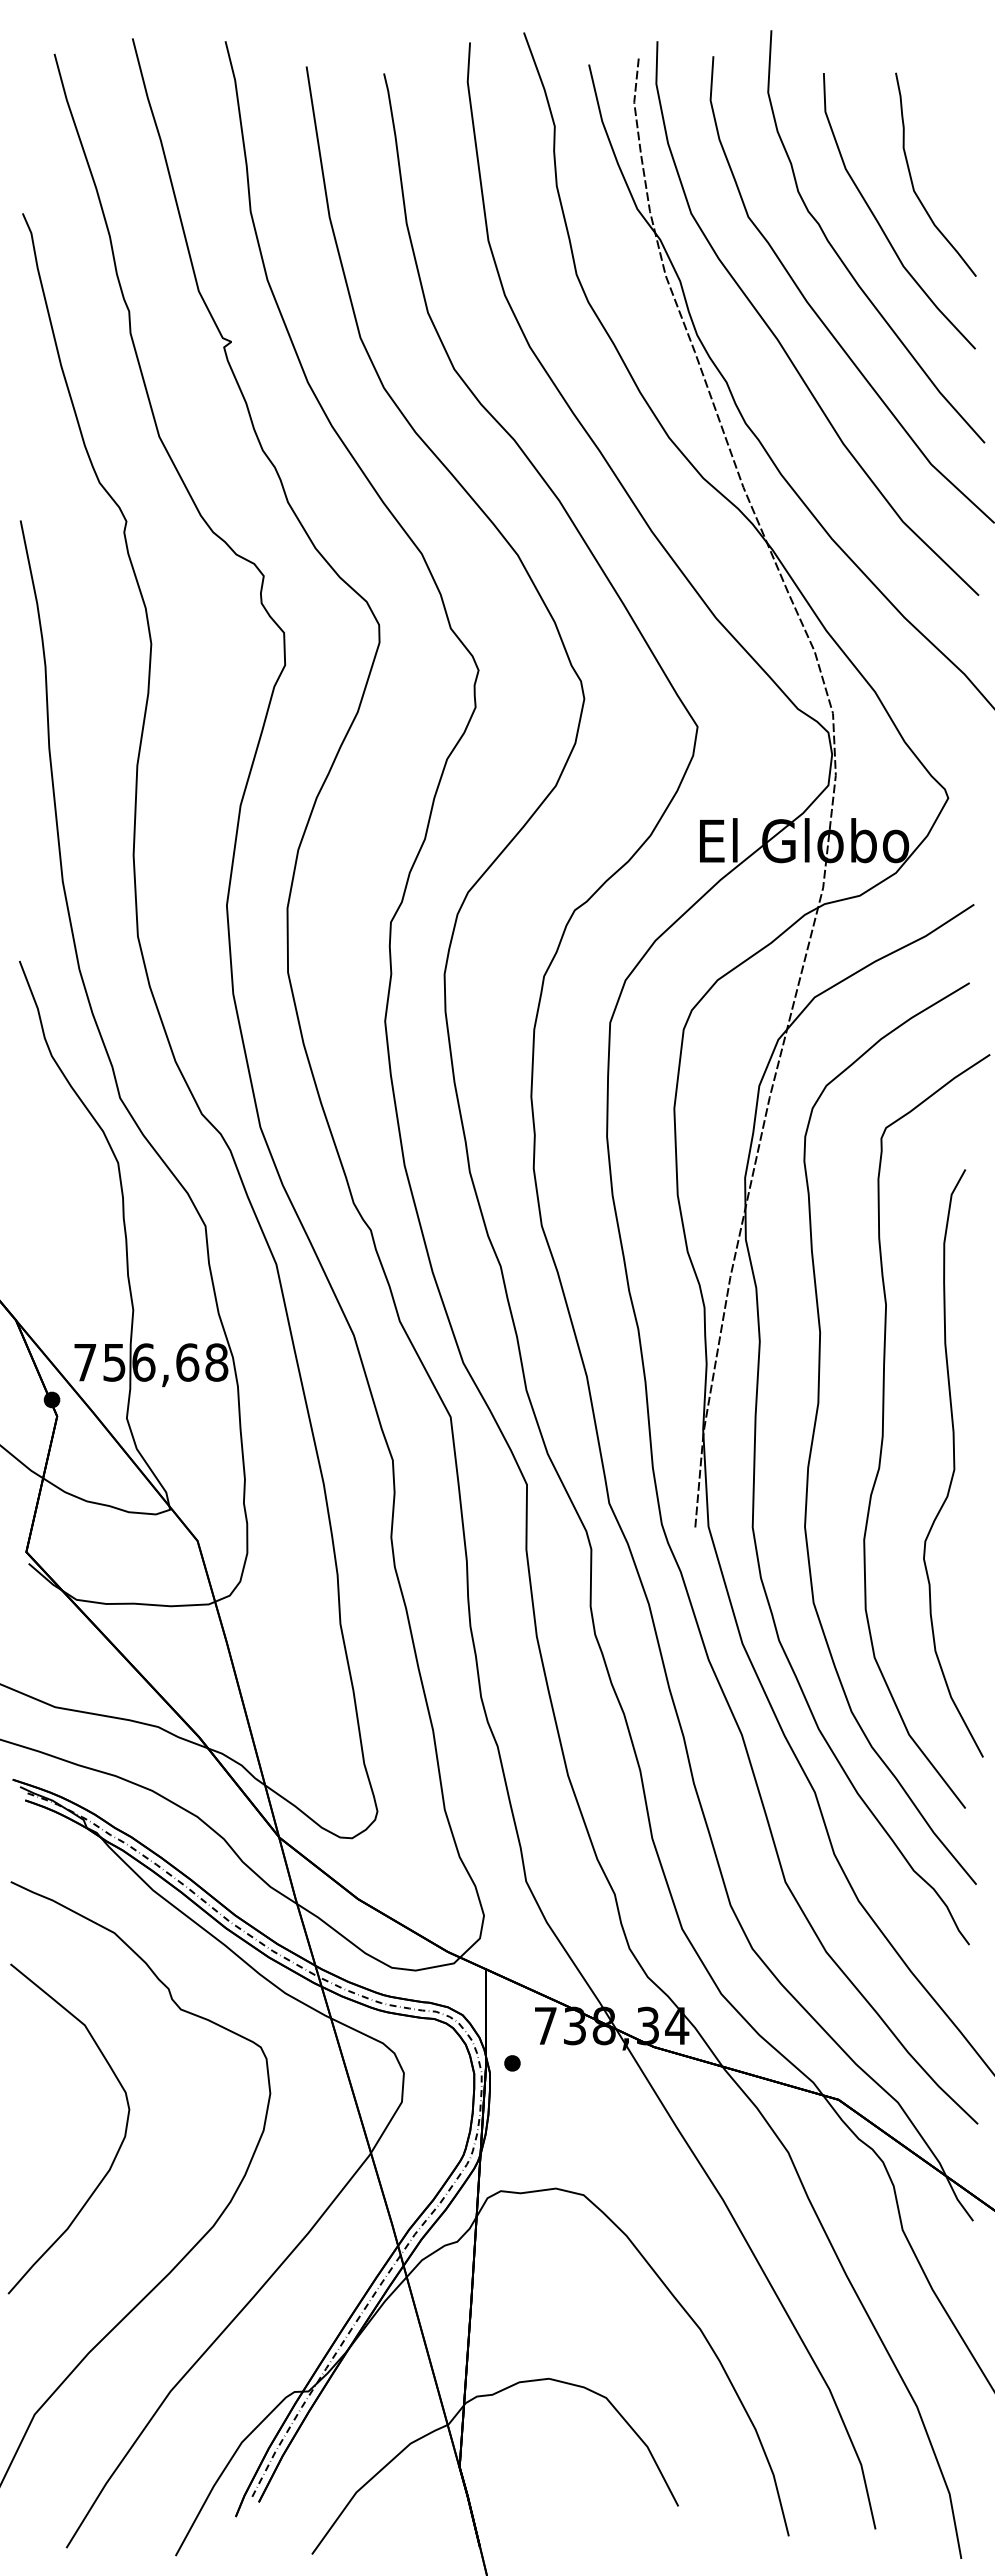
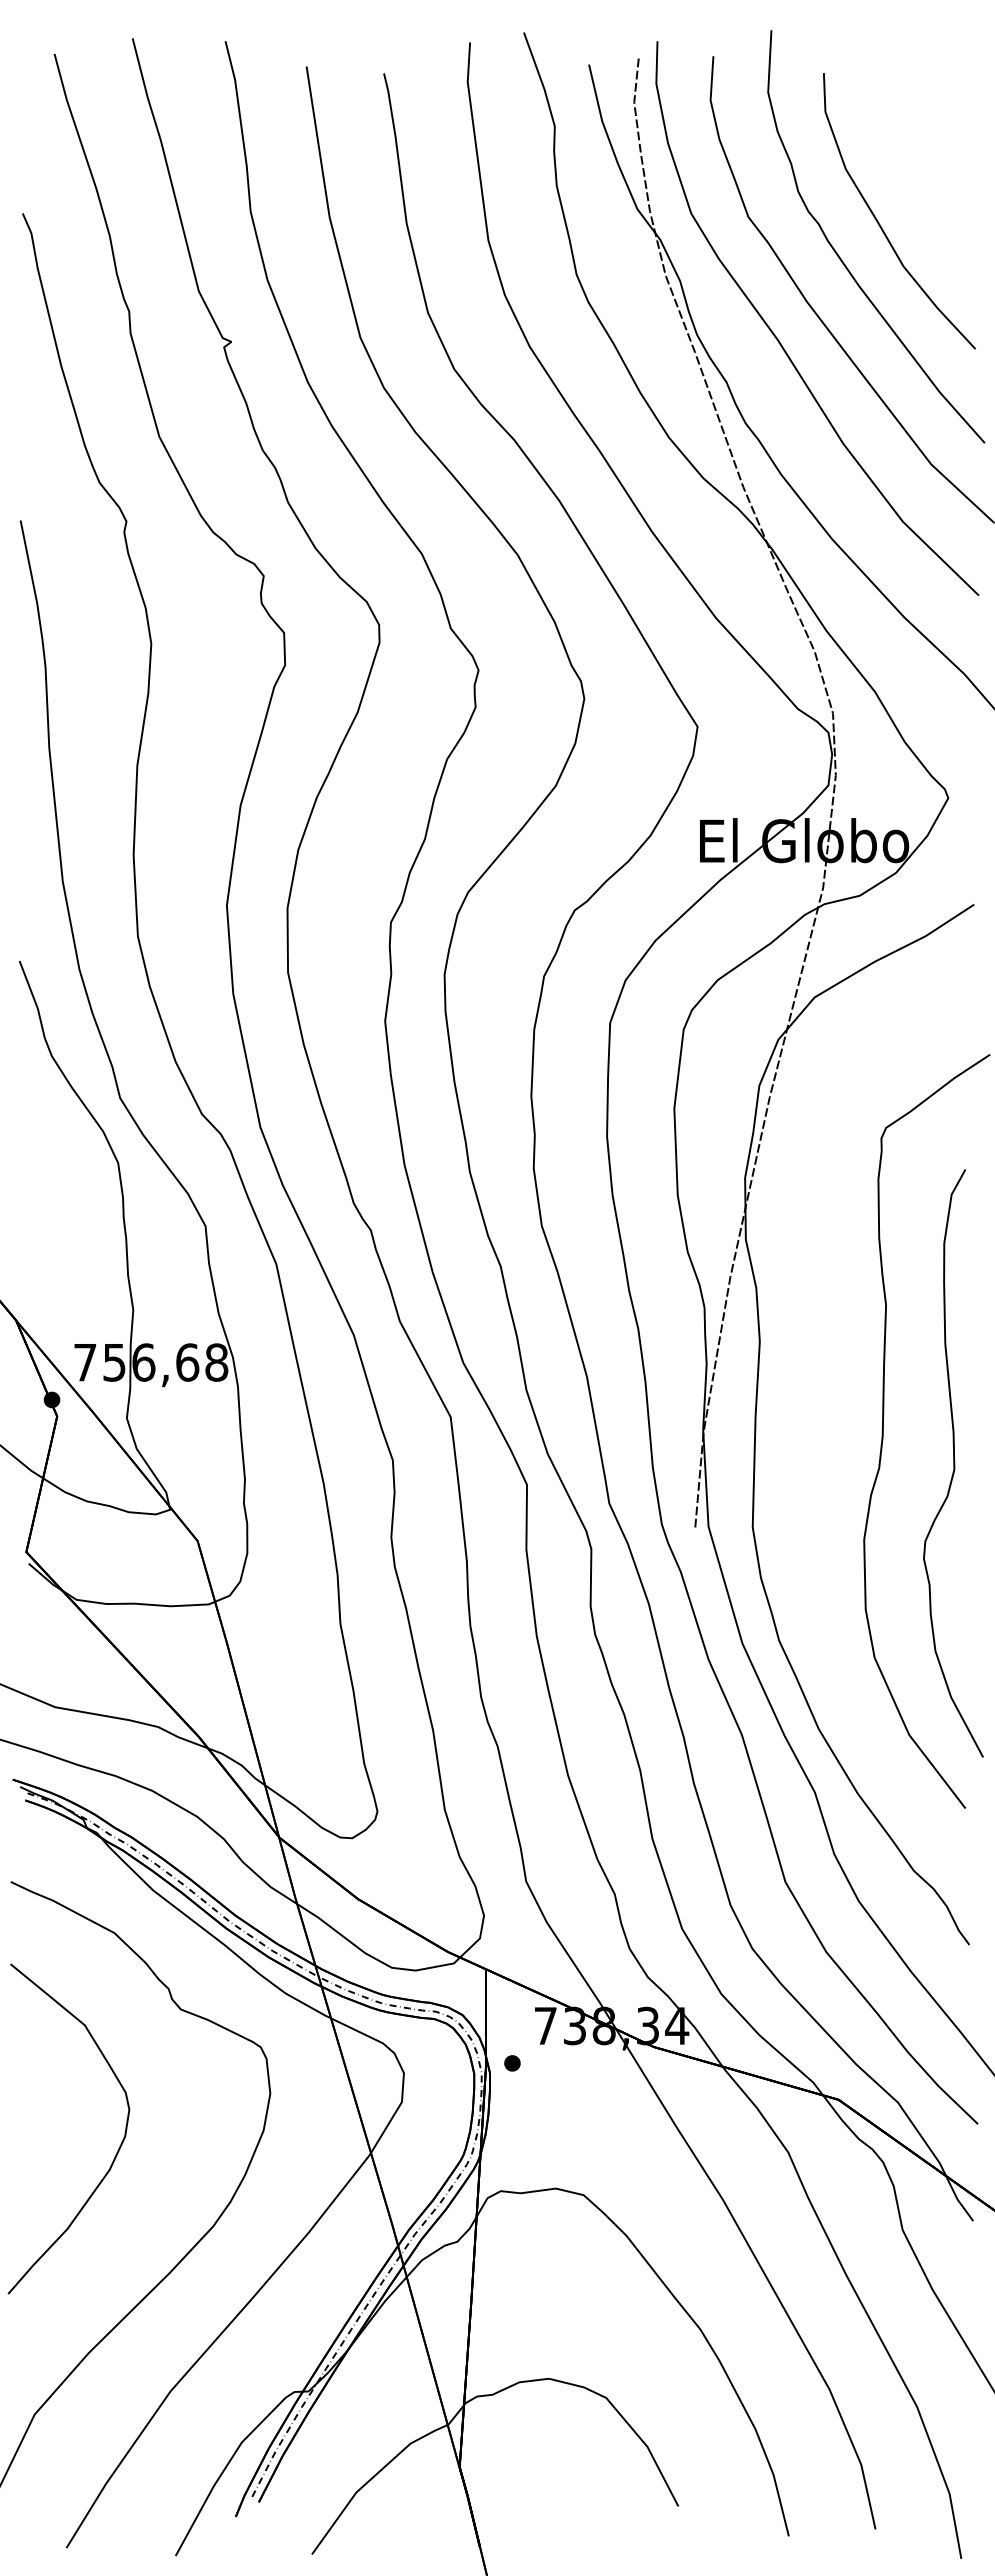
curve at (912, 179): present -> none
curve at (816, 1422): present -> none
